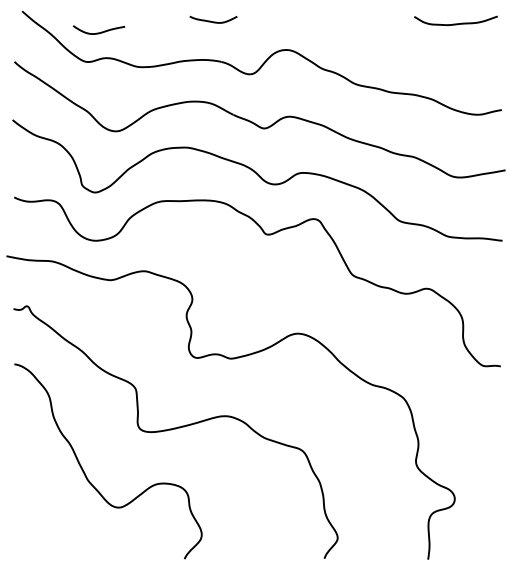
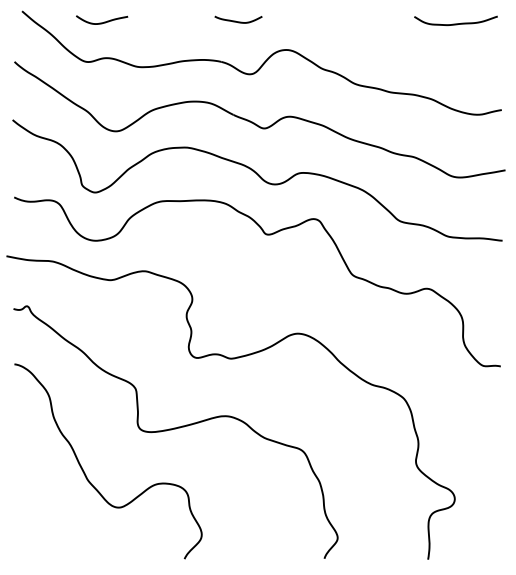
curve at (213, 21) position: (213, 21) -> (238, 21)
curve at (101, 31) position: (101, 31) -> (104, 21)
